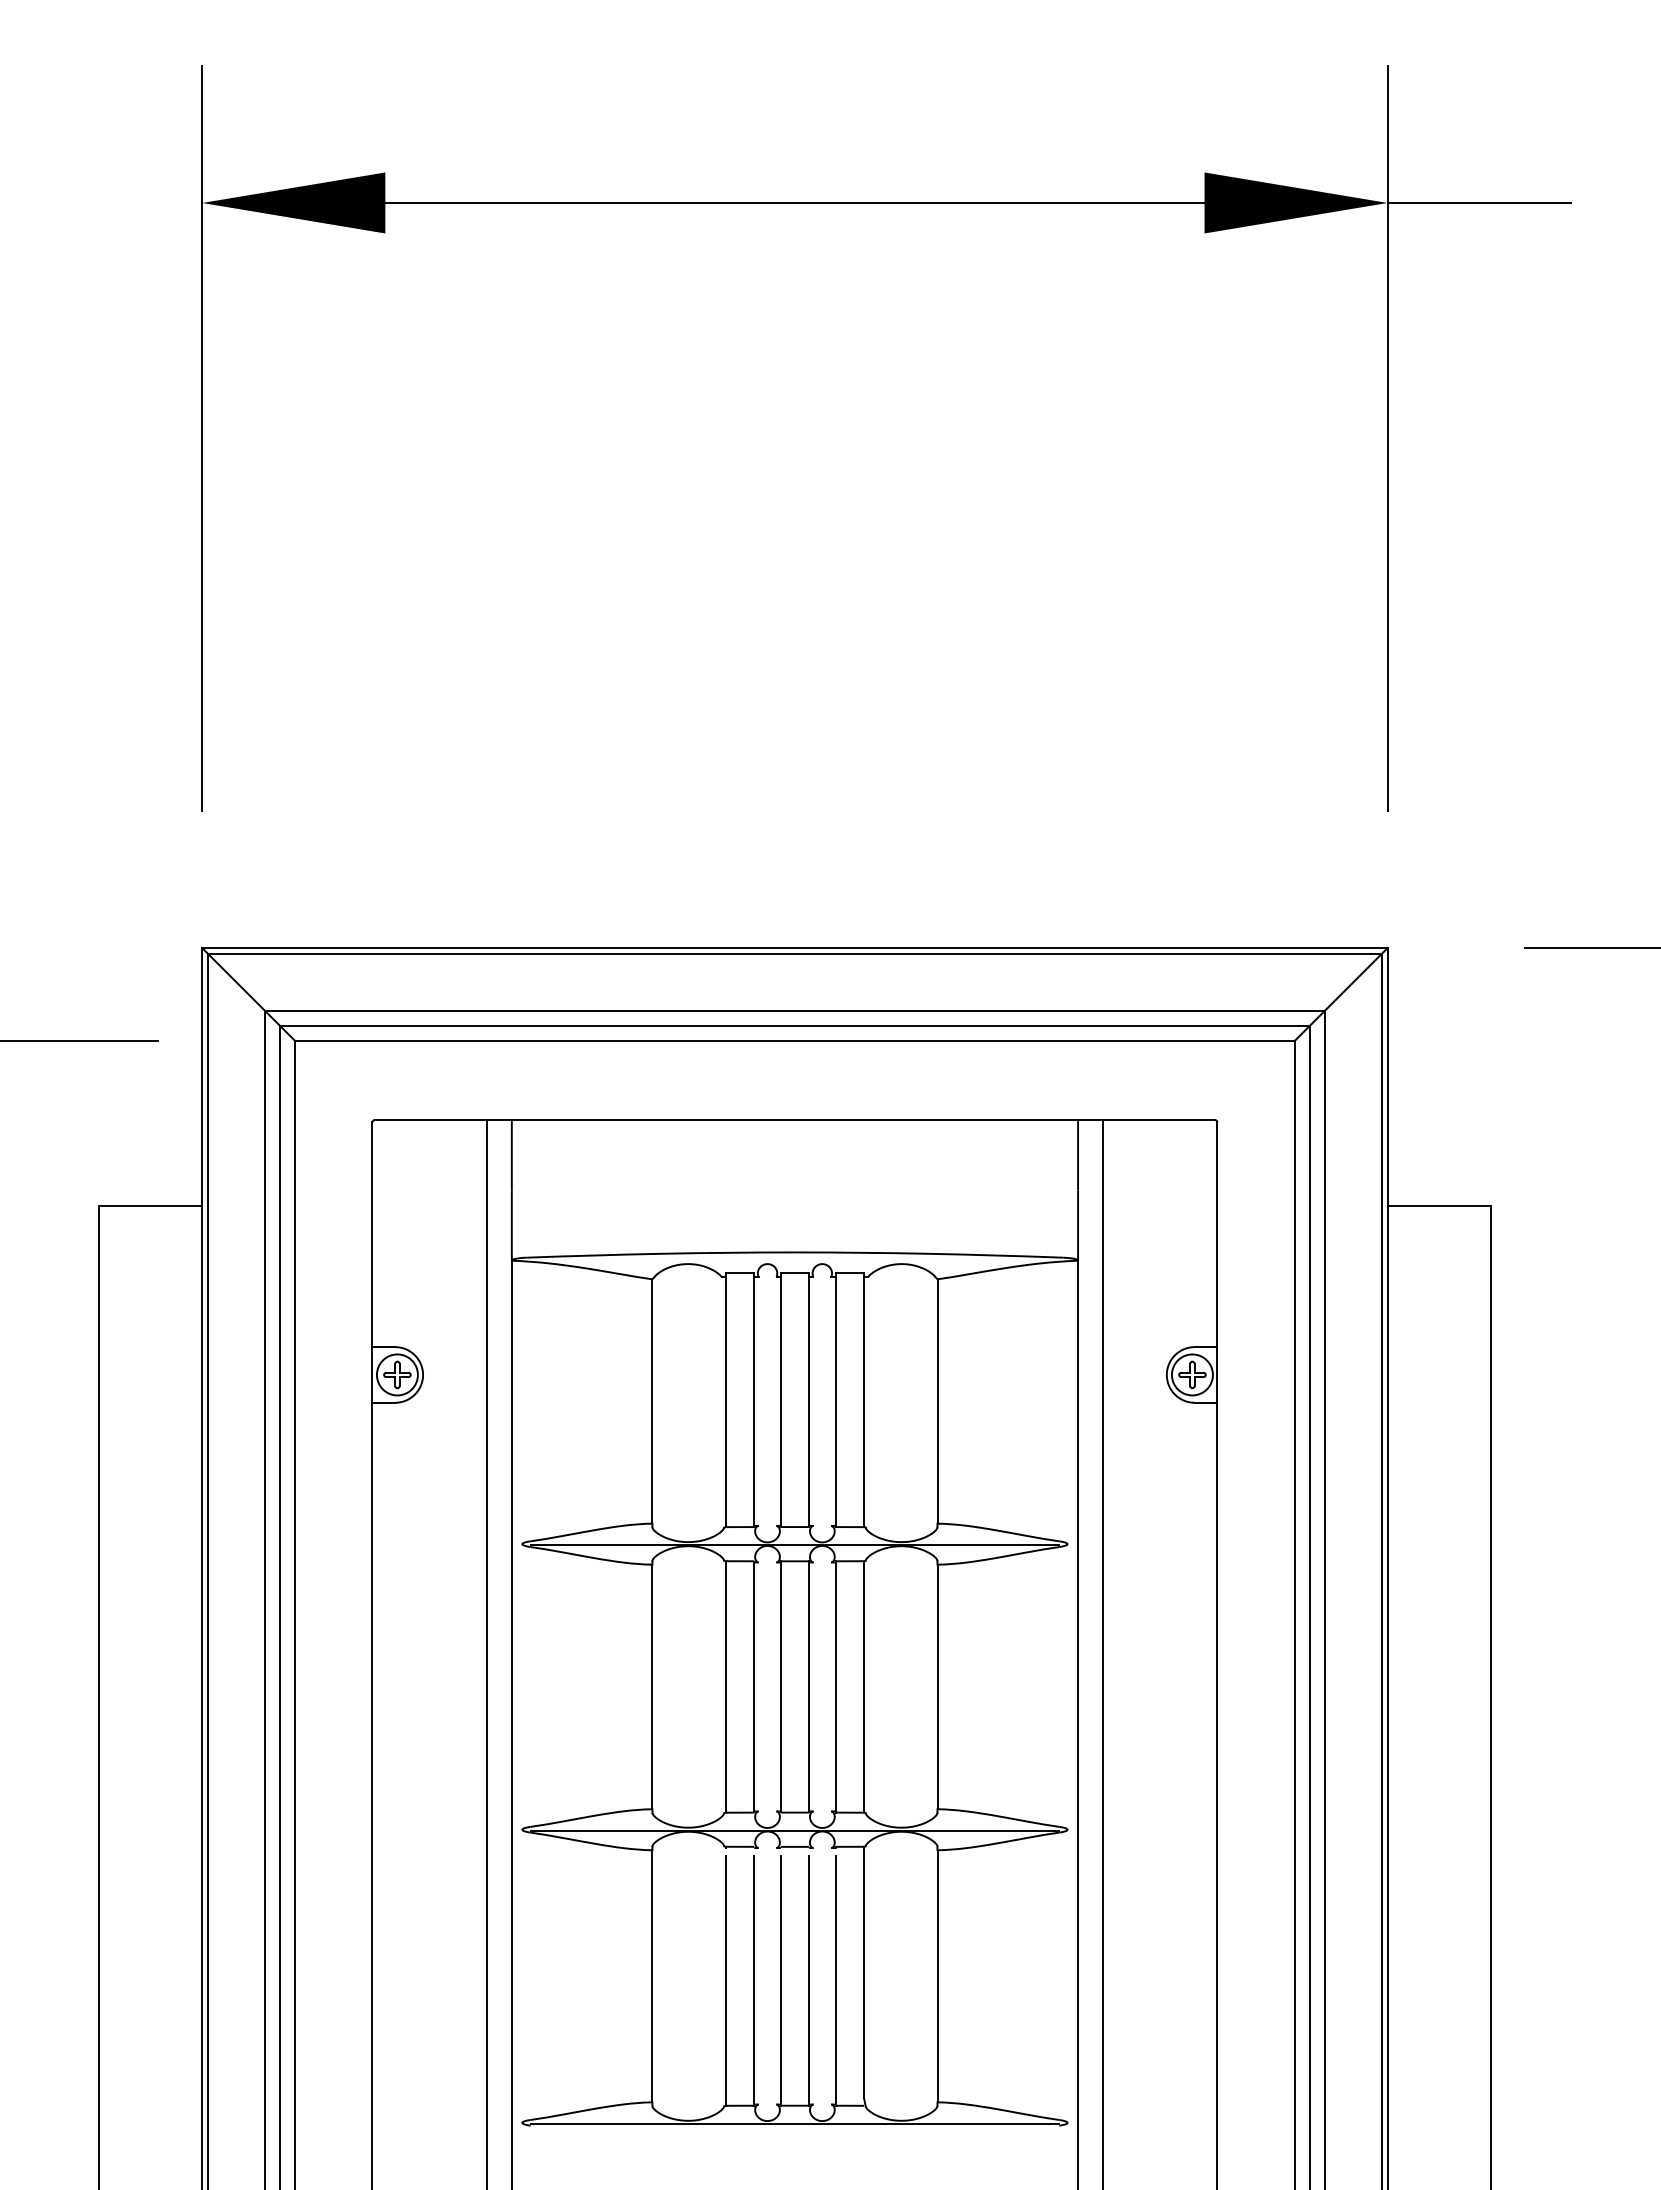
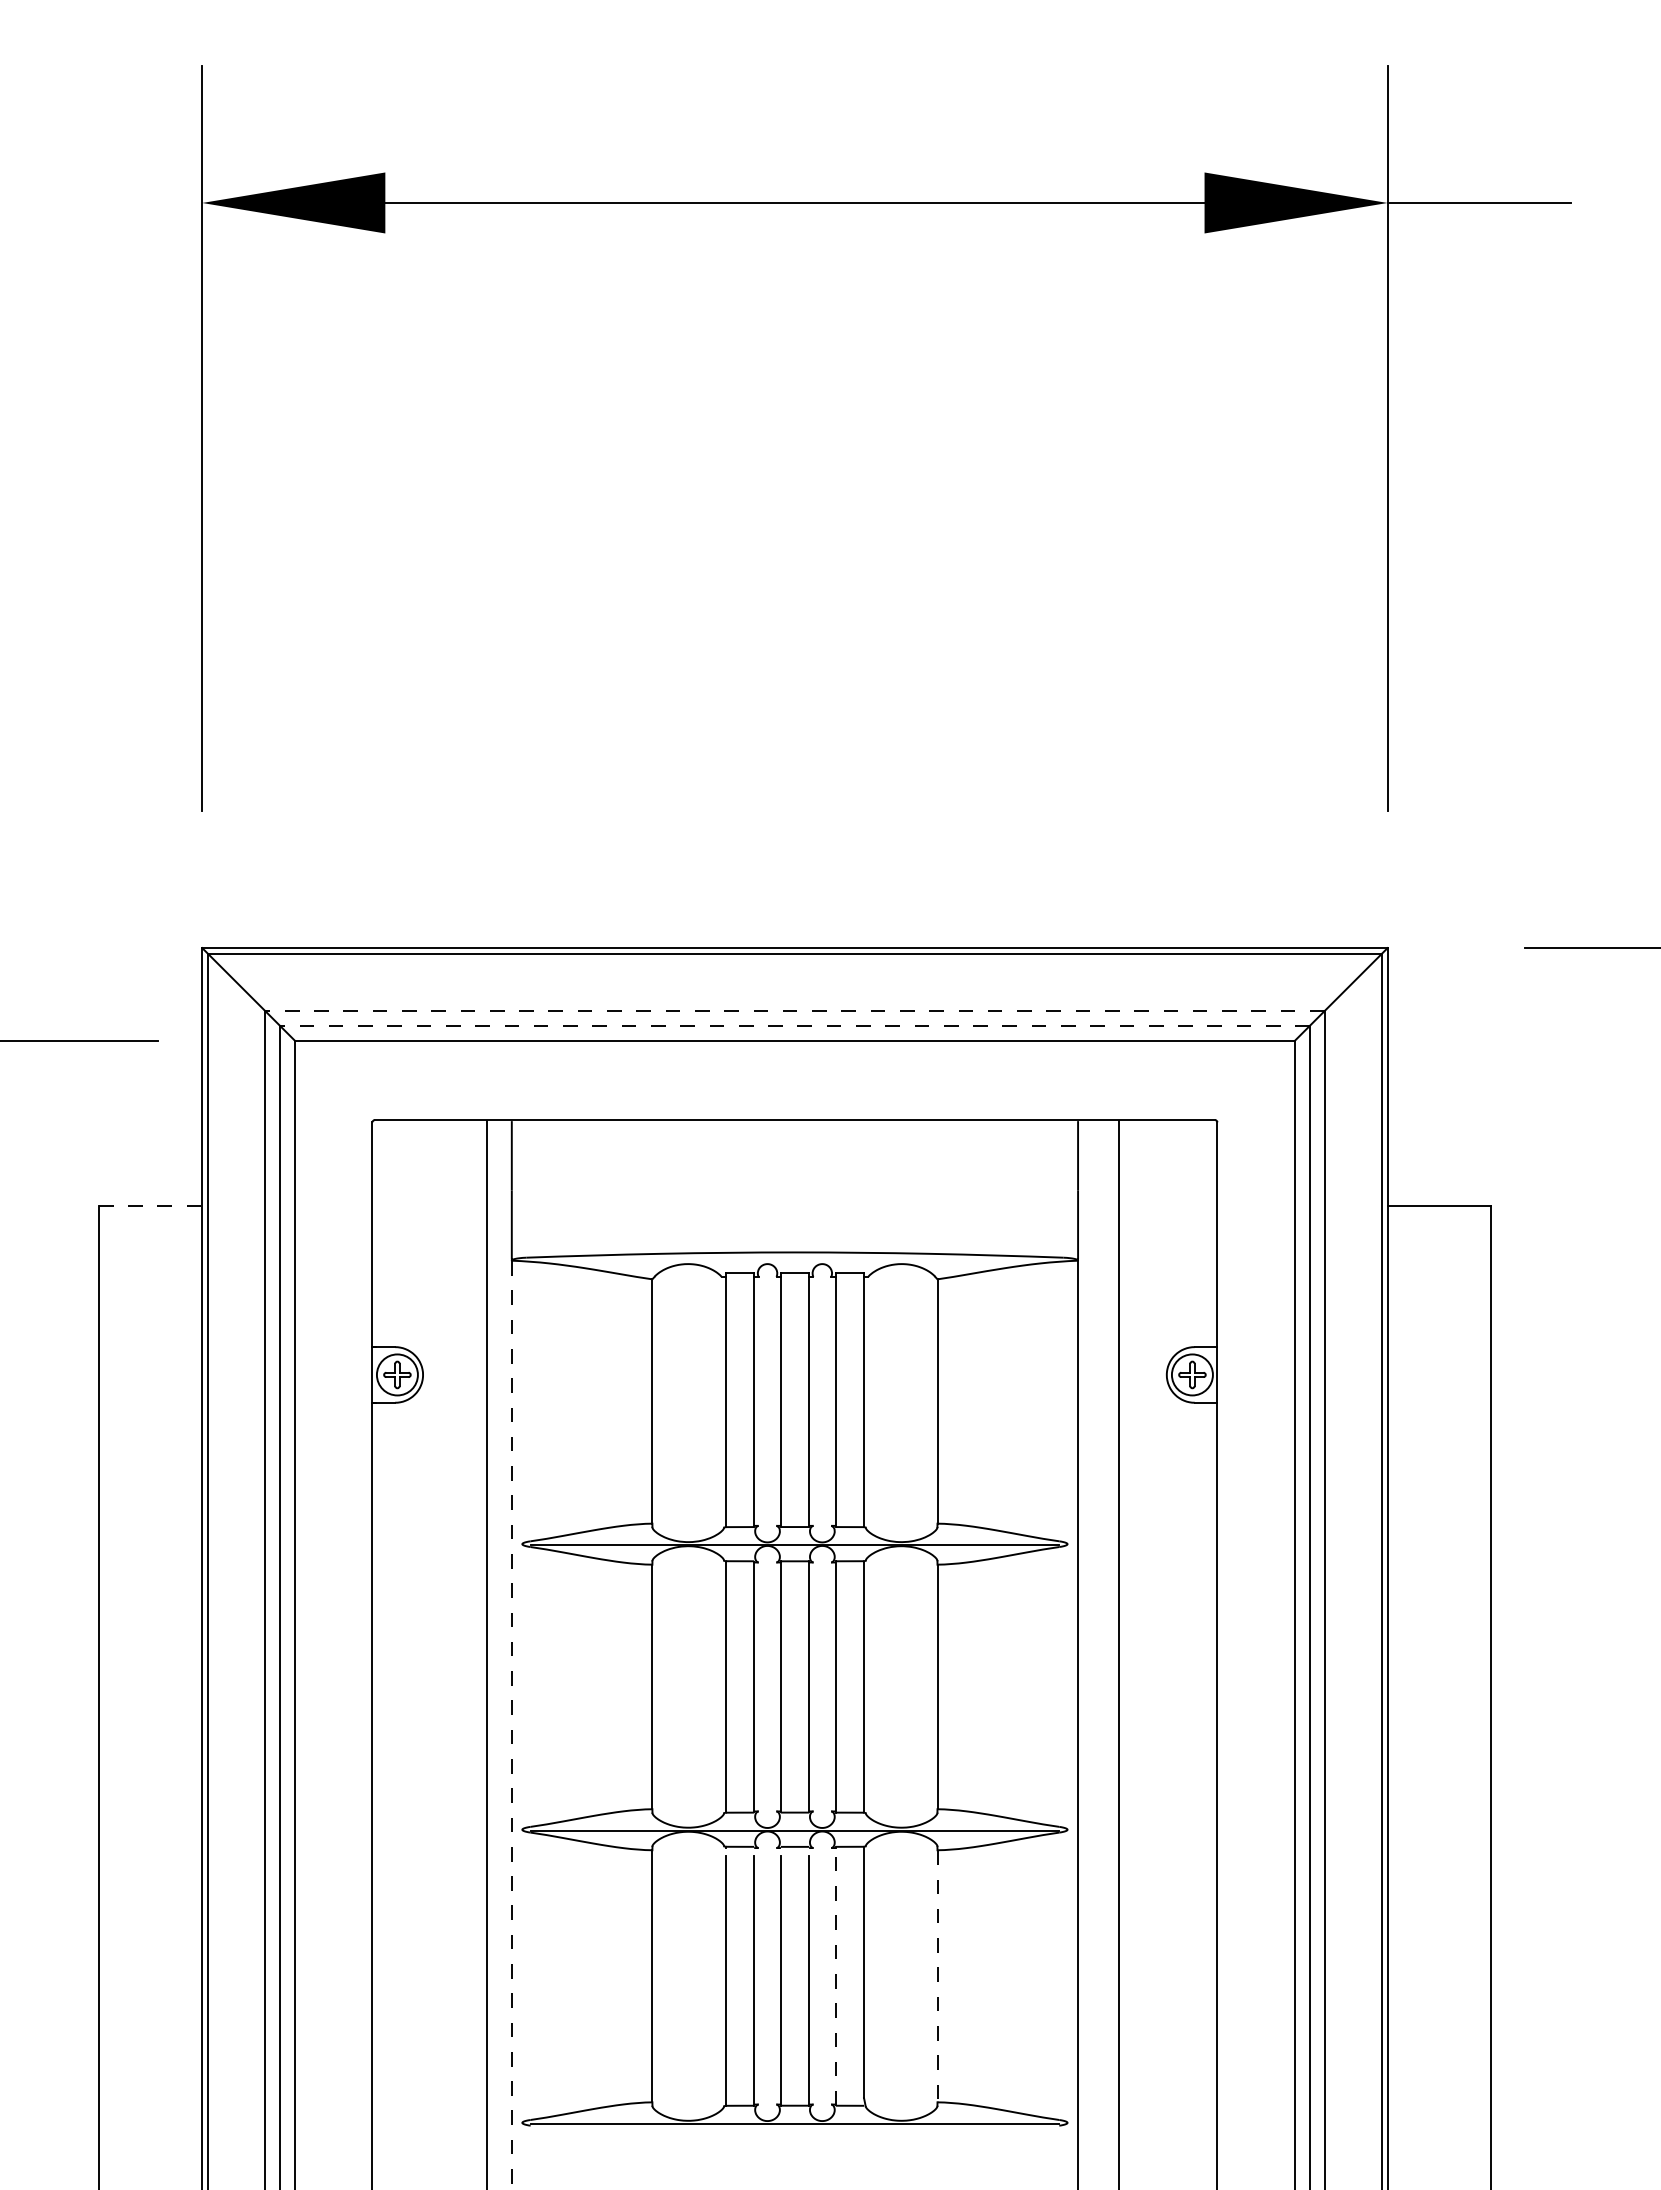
line at (794, 1011): solid -> dashed
line at (794, 1025): solid -> dashed
line at (150, 1205): solid -> dashed
line at (1103, 1653) position: (1103, 1653) -> (1119, 1653)
line at (511, 1725): solid -> dashed
line at (937, 1976): solid -> dashed
line at (835, 1980): solid -> dashed
